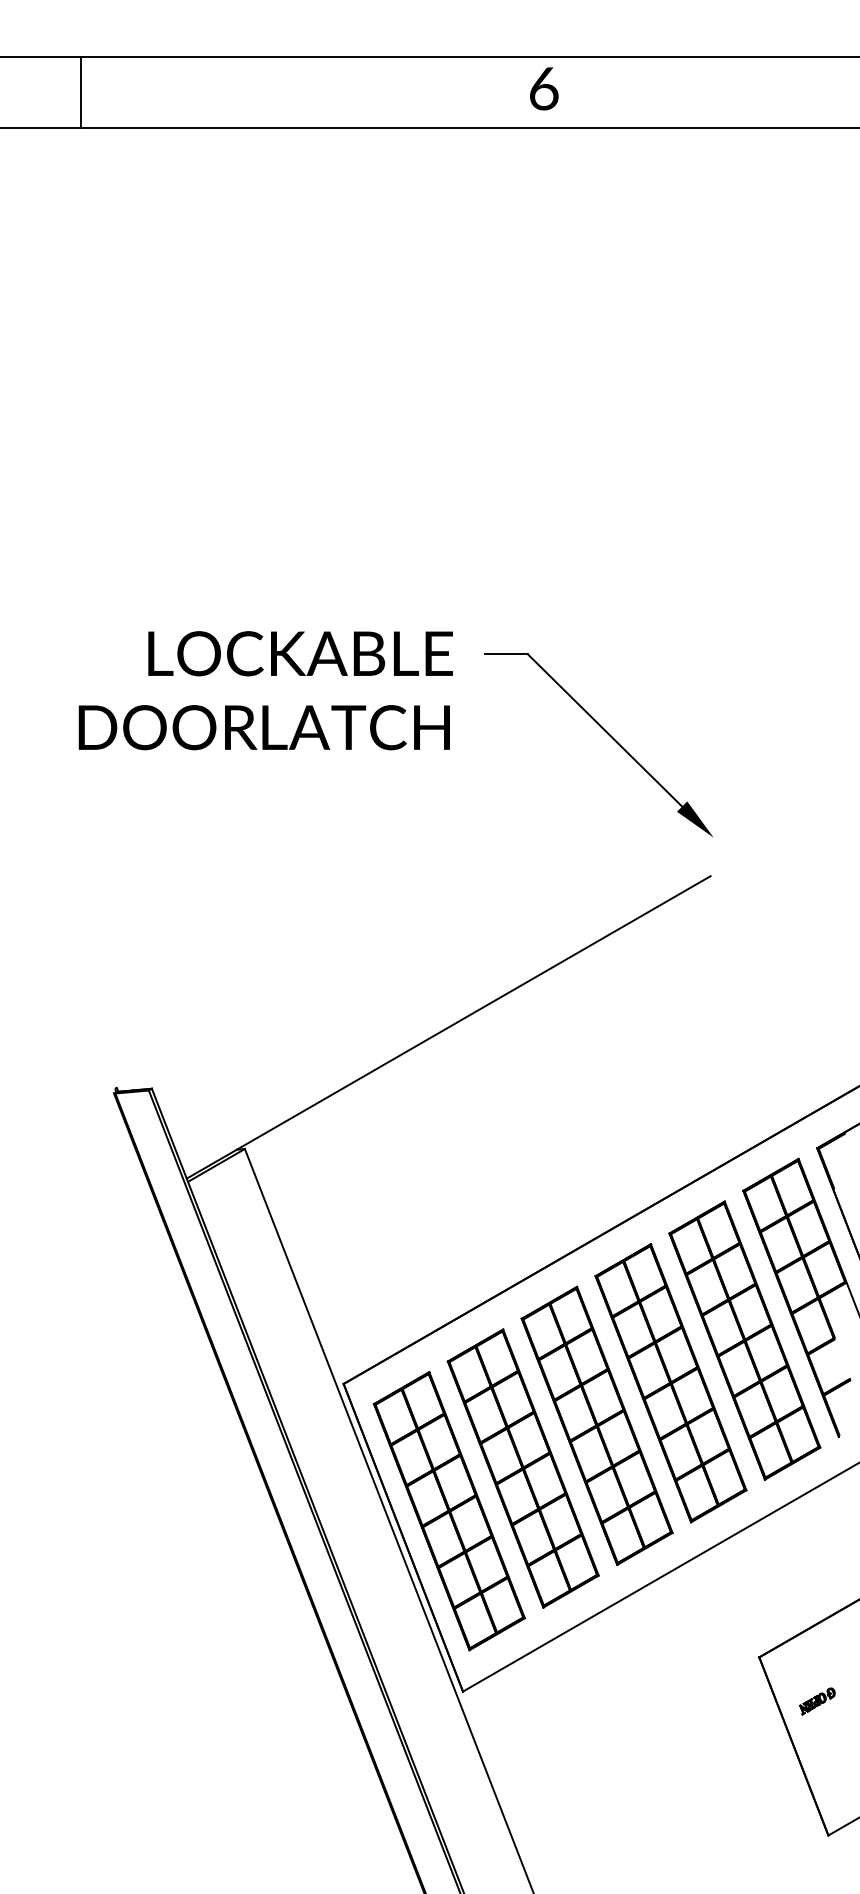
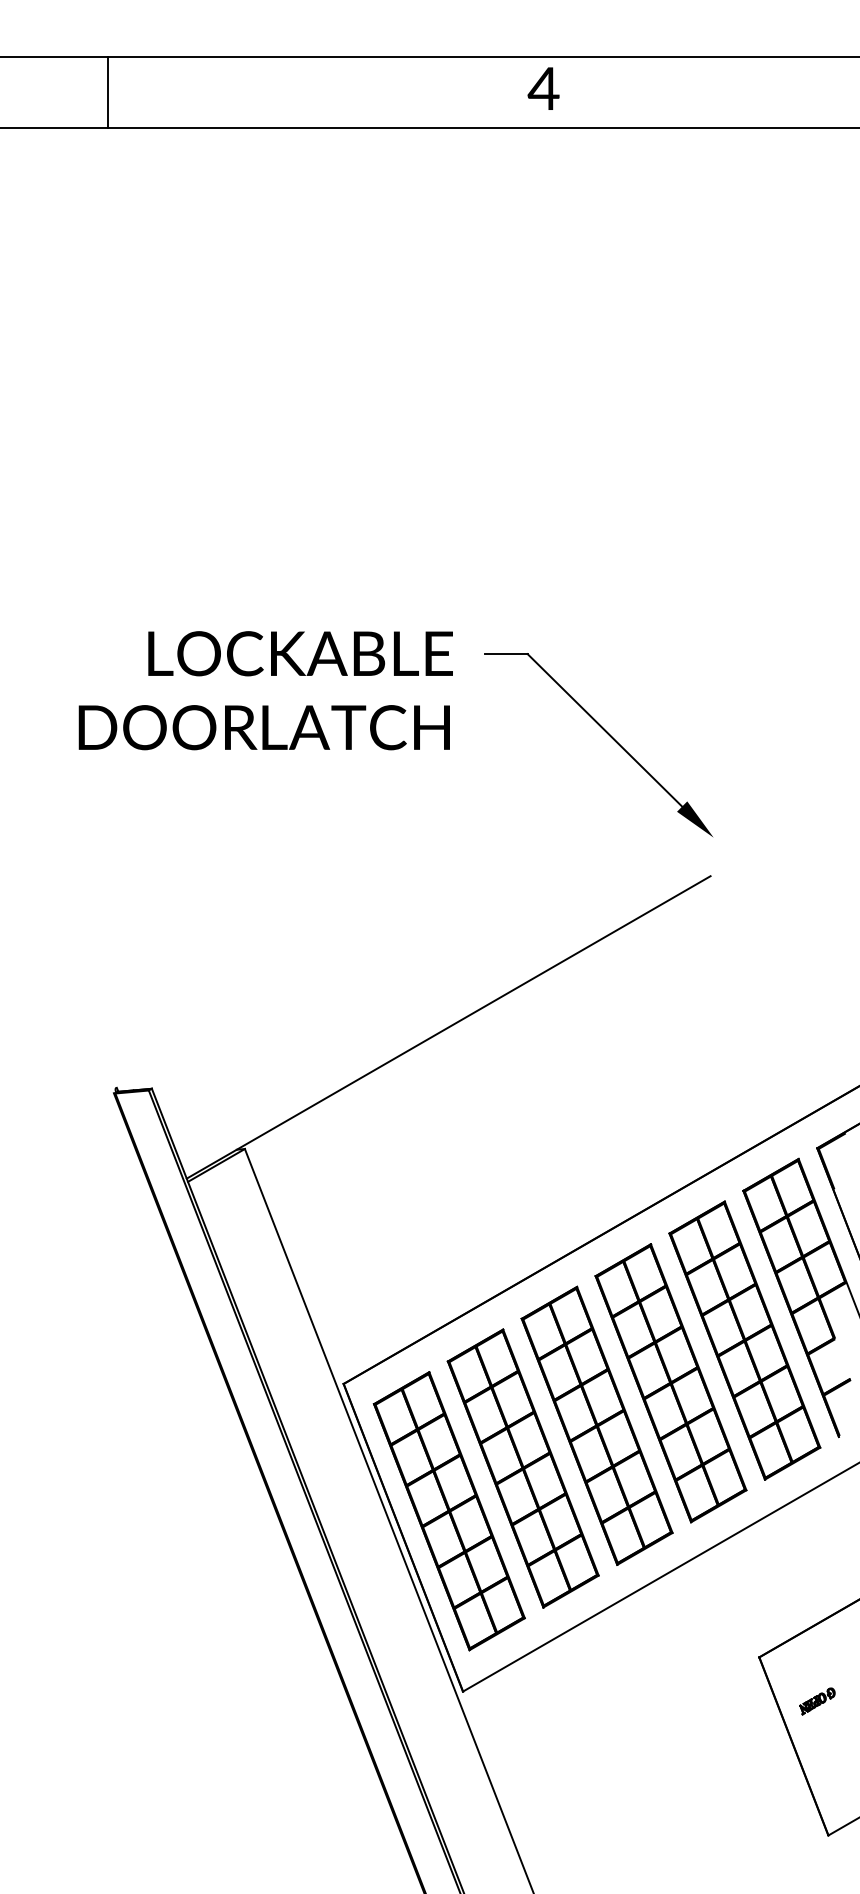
text at (543, 88): 6 -> 4
line at (80, 91) position: (80, 91) -> (107, 91)
